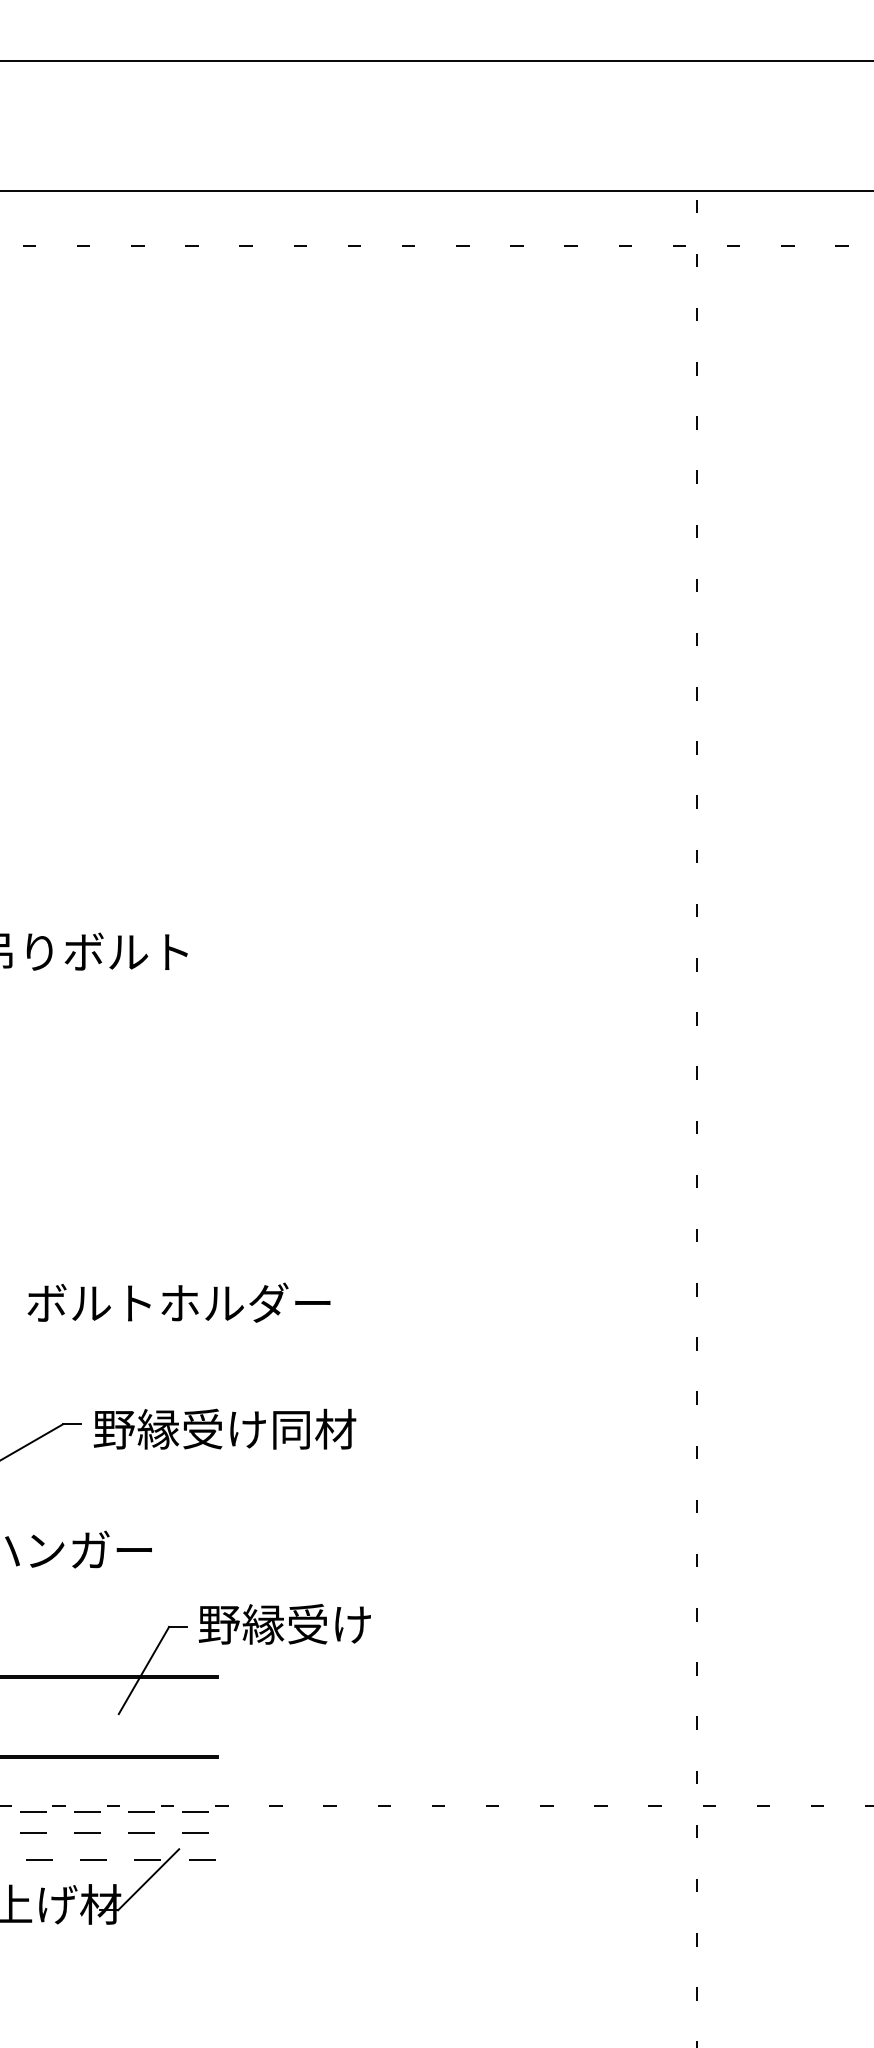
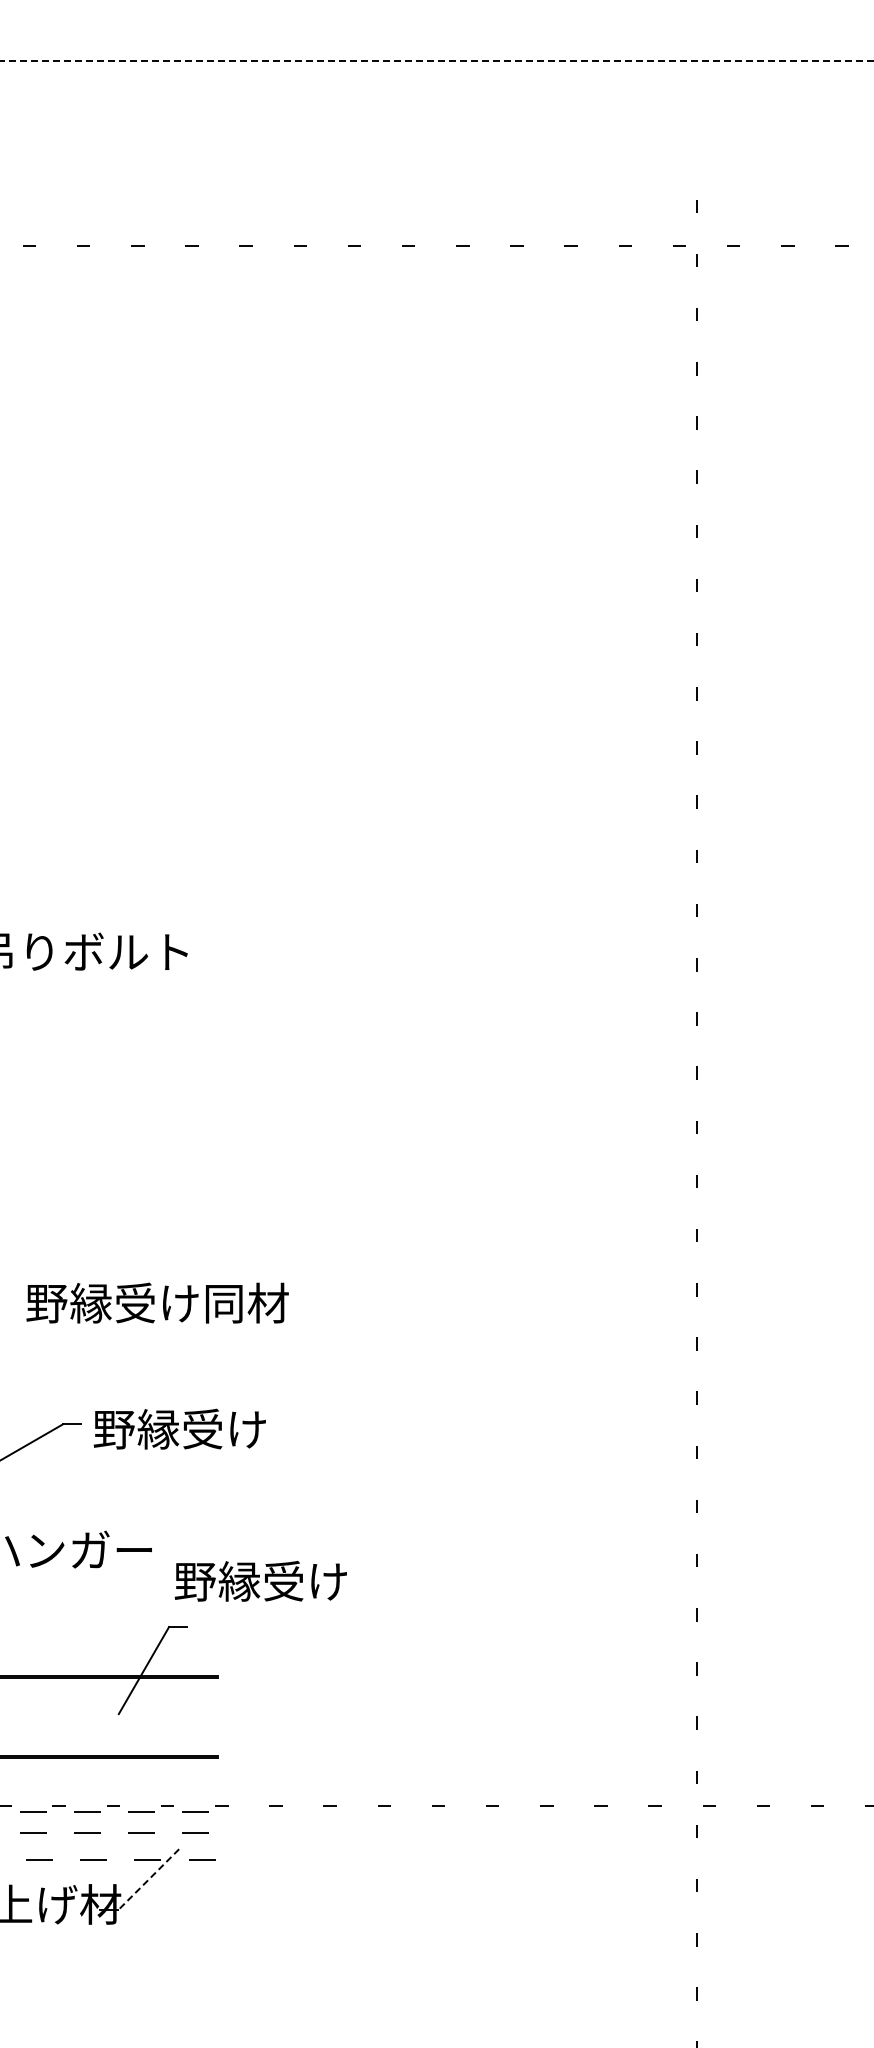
line at (436, 61): solid -> dashed
line at (436, 191): present -> none
text at (178, 1302): ボルトホルダー -> 野縁受け同材
text at (314, 1428): 野縁受け同材 -> 野縁受け
text at (284, 1624) position: (284, 1624) -> (260, 1581)
line at (148, 1880): solid -> dashed
